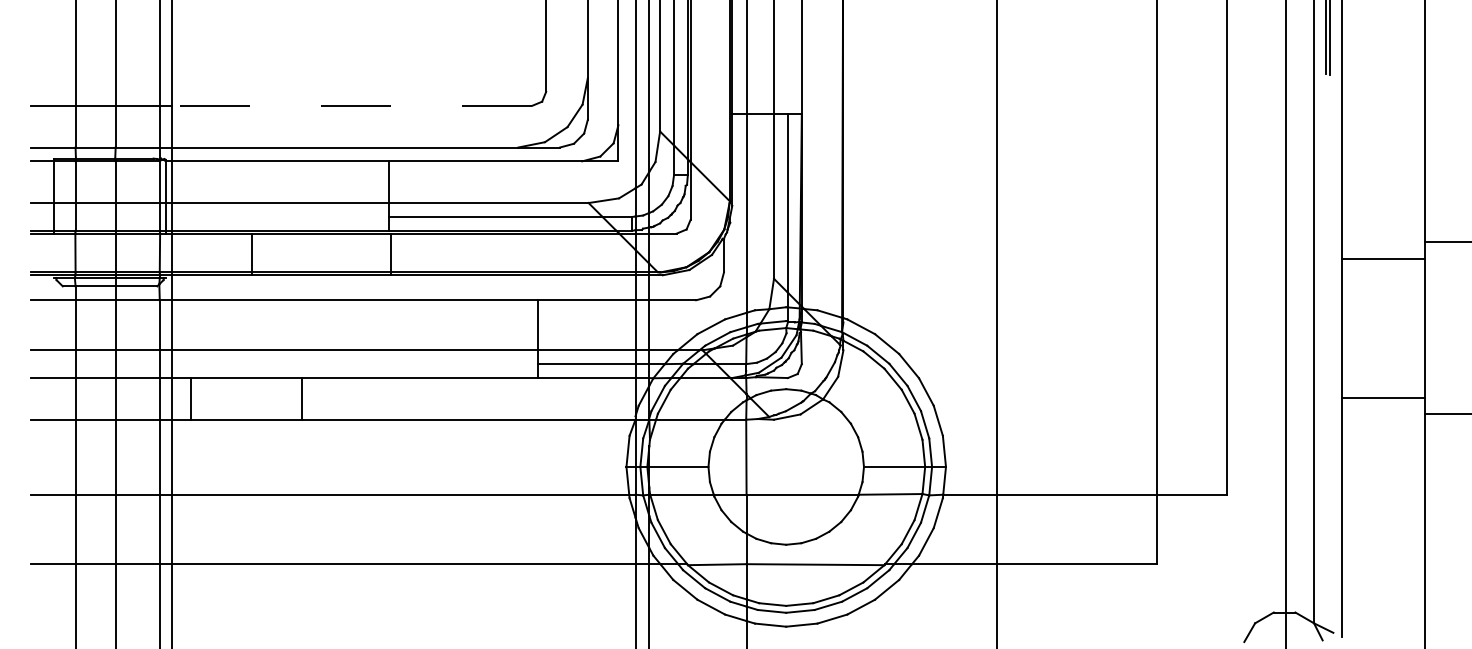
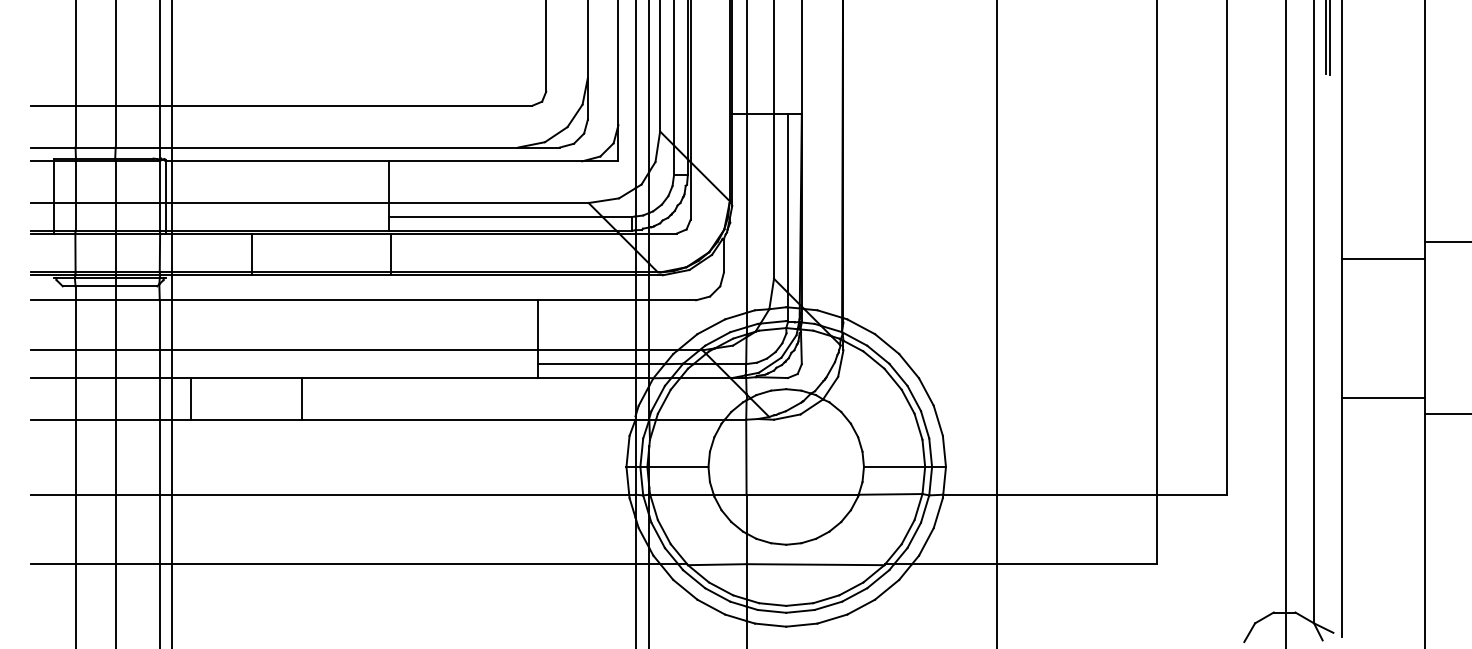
line at (351, 105): dashed -> solid
